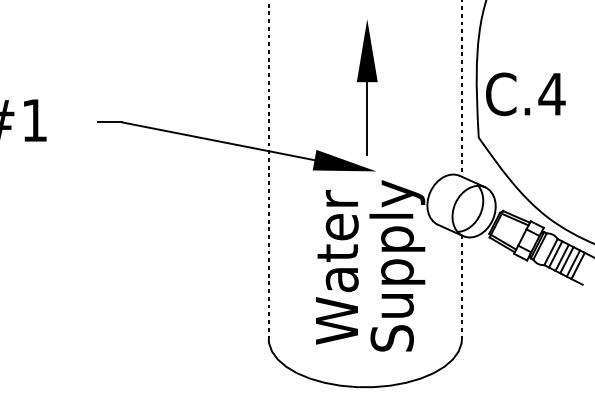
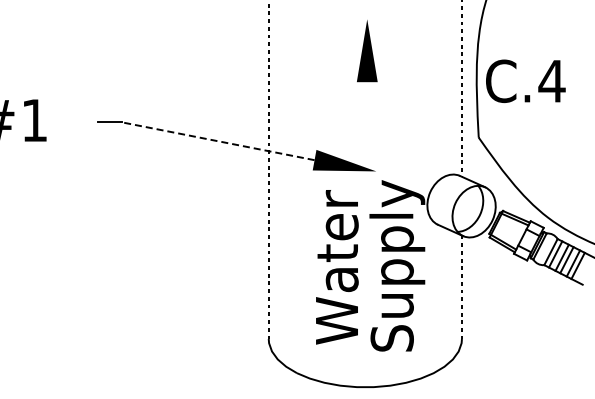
text at (525, 93) position: (525, 93) -> (525, 80)
line at (367, 118): present -> none
line at (217, 141): solid -> dashed
